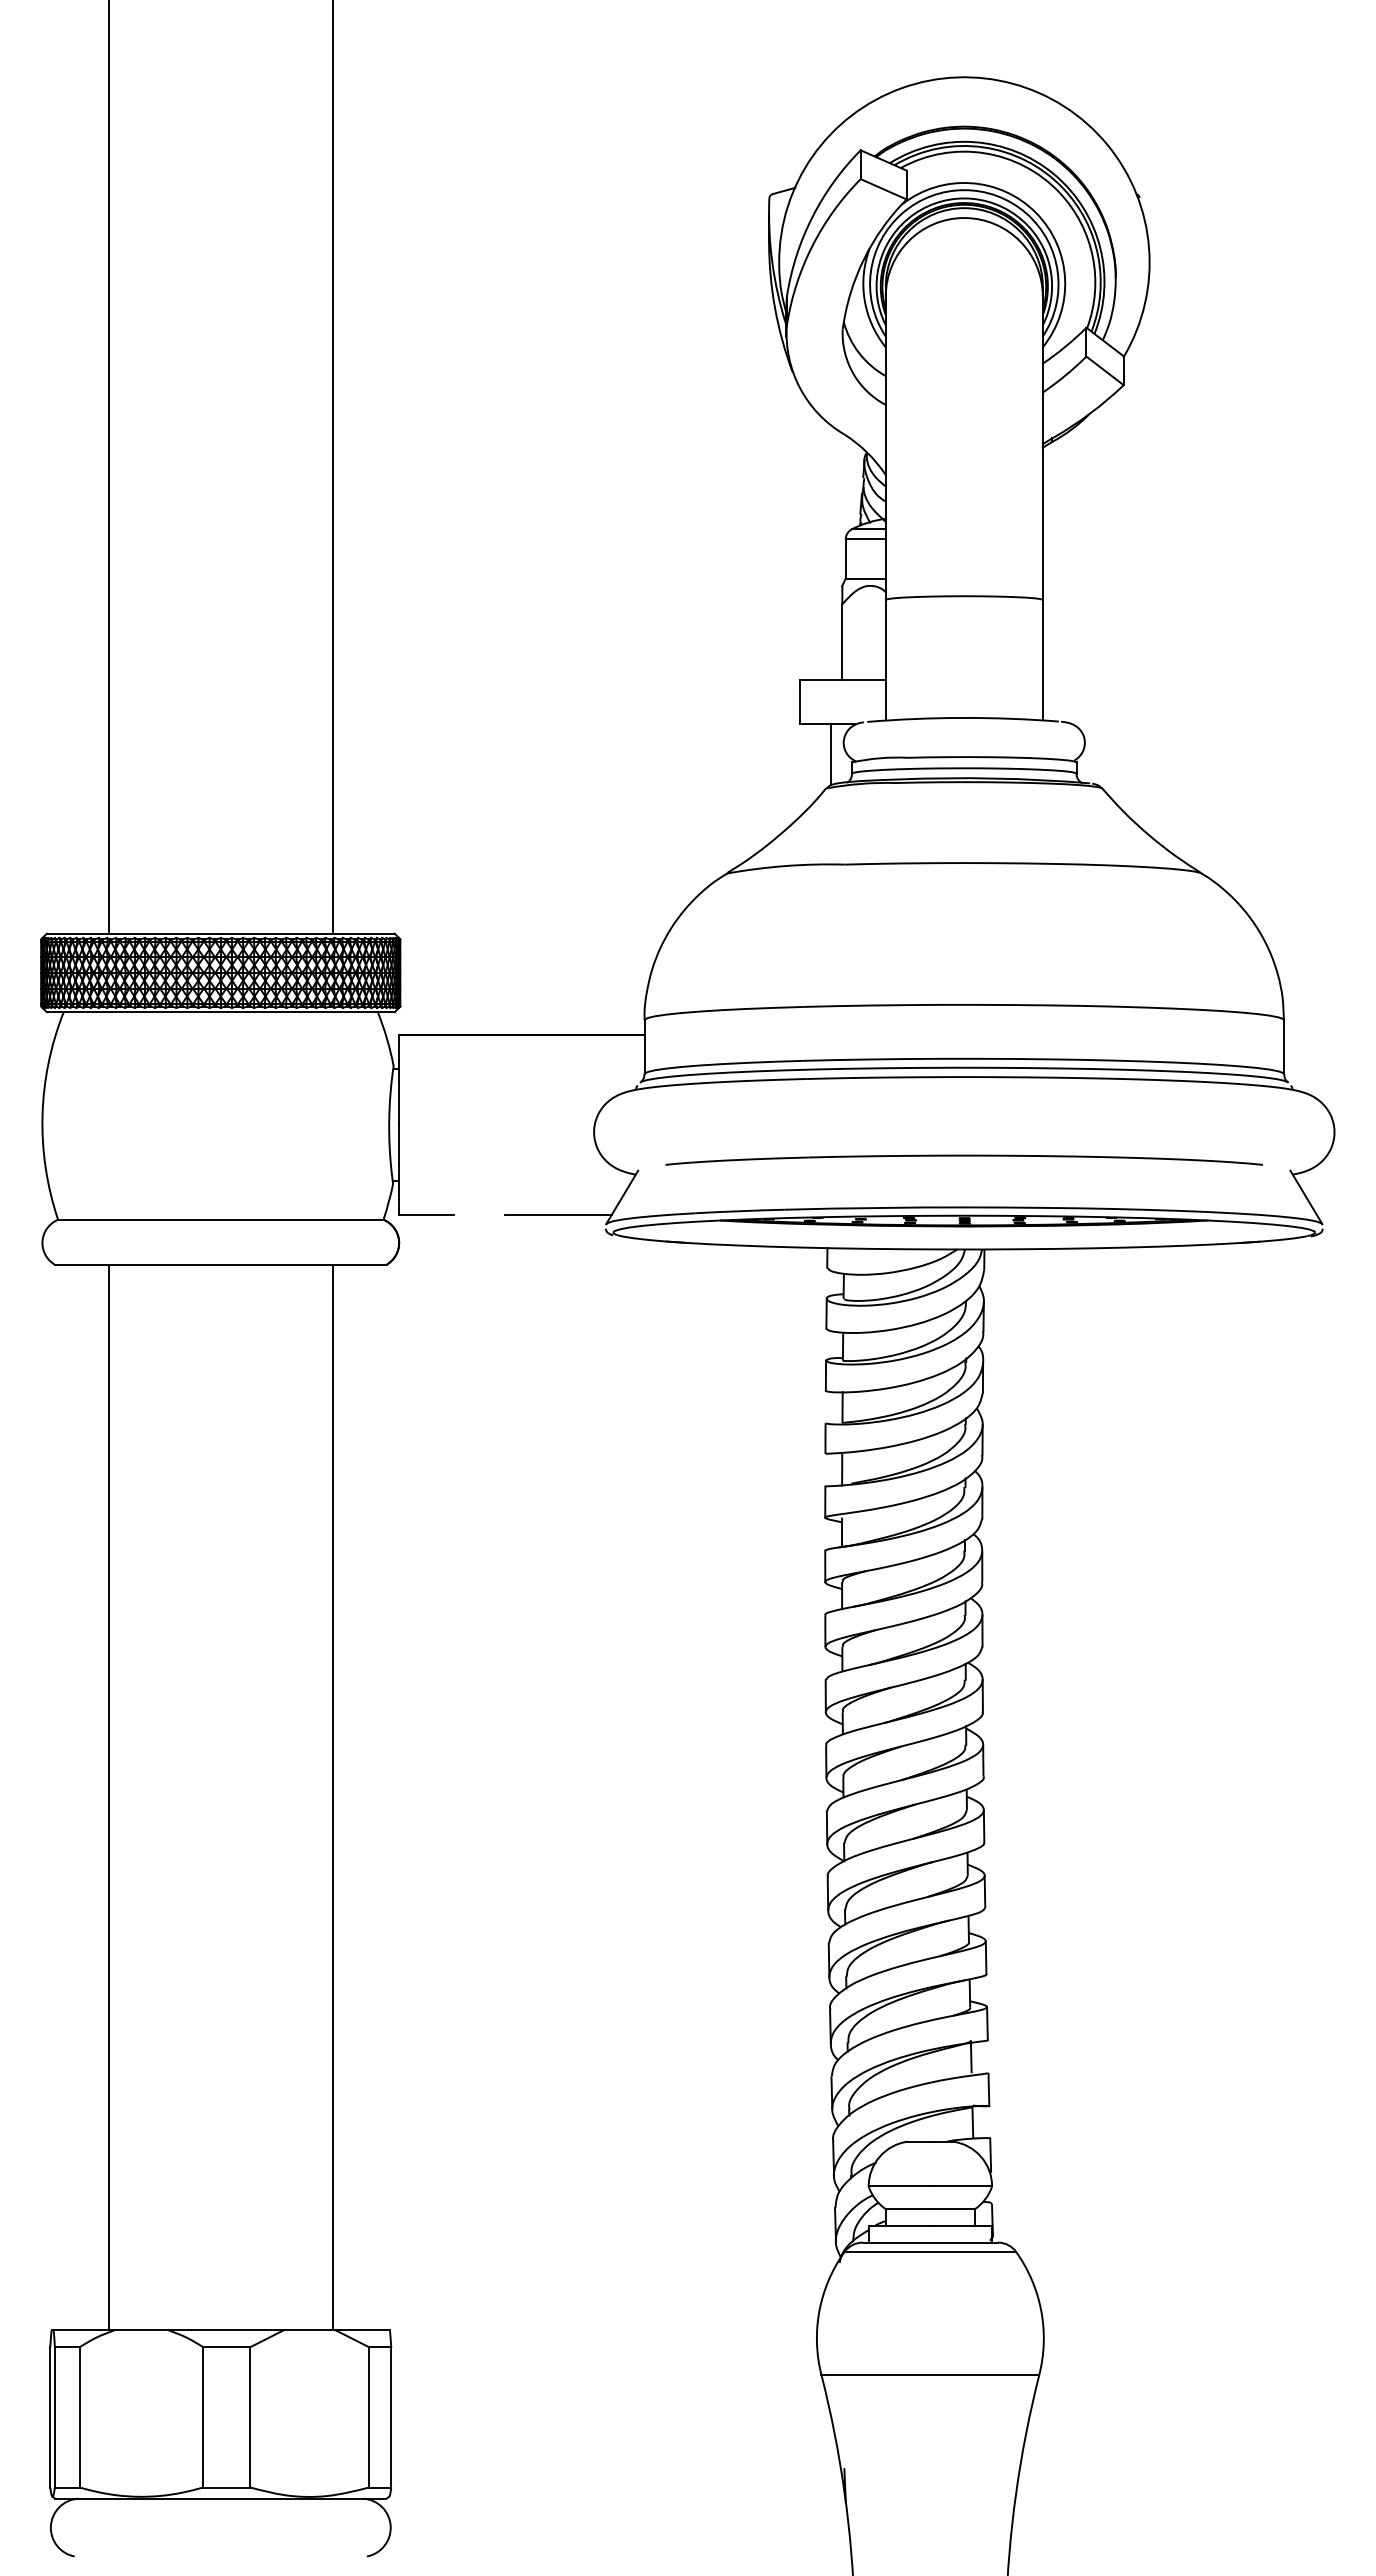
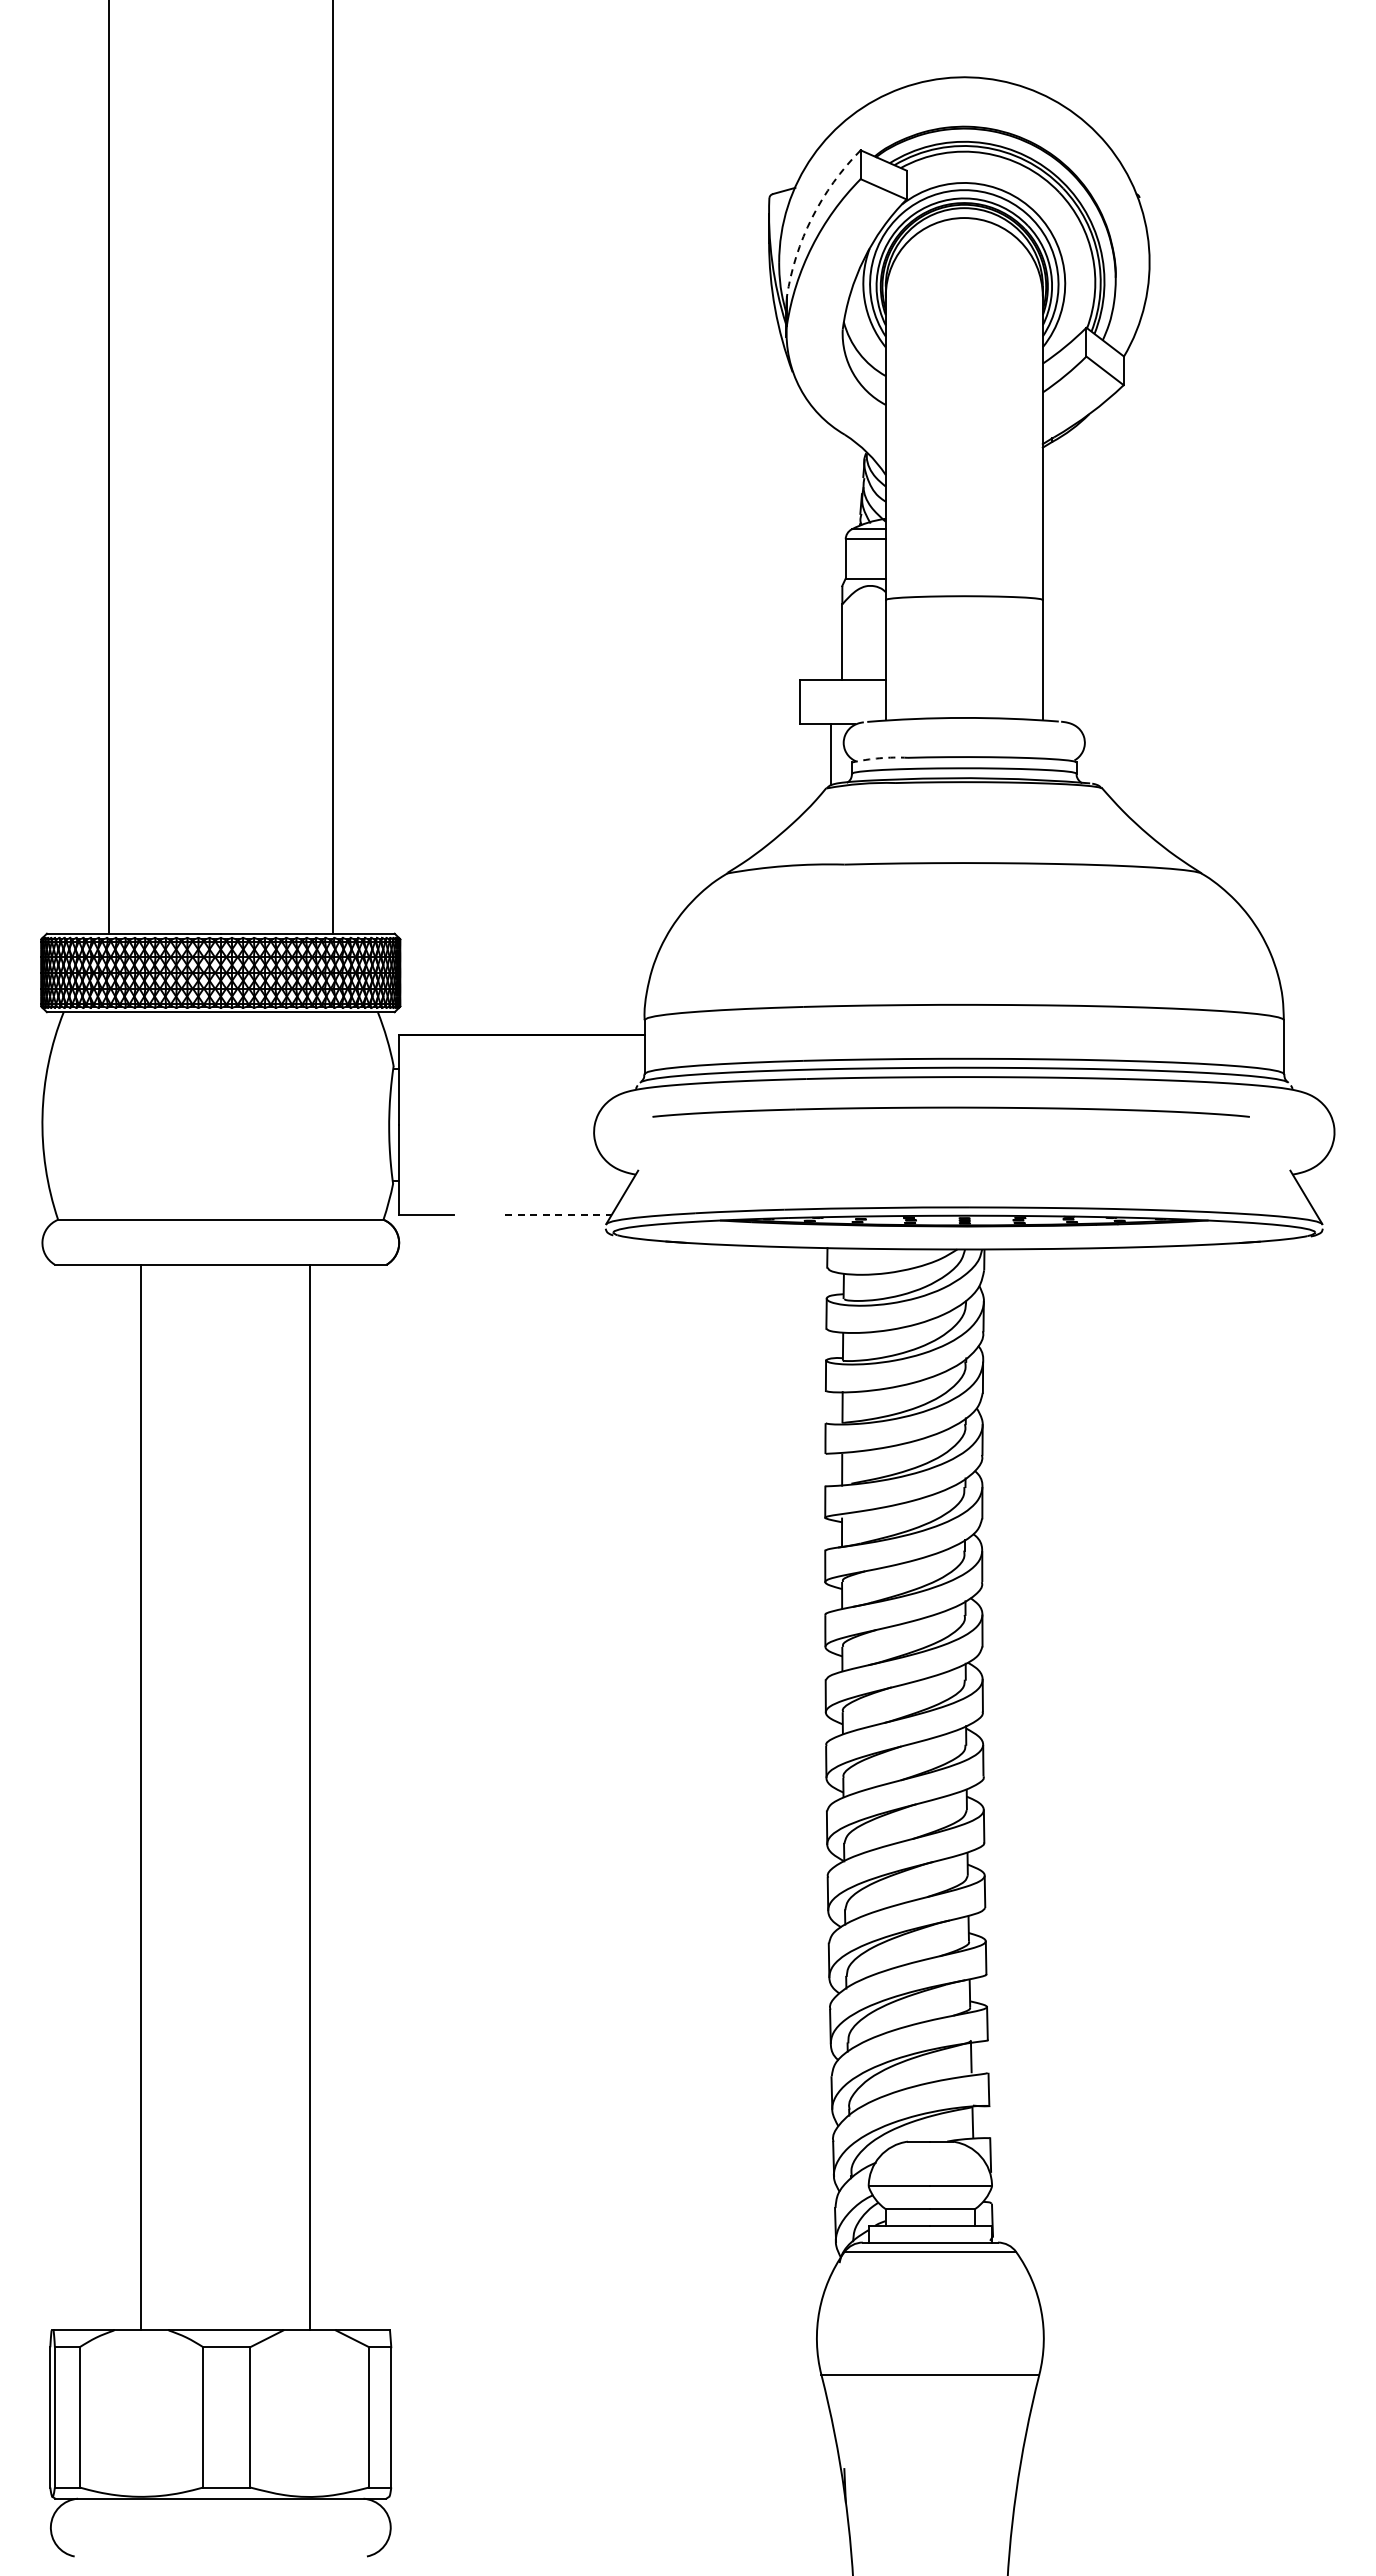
arc at (812, 217): solid -> dashed
arc at (879, 758): solid -> dashed
part at (963, 1159) position: (963, 1159) -> (950, 1111)
line at (558, 1214): solid -> dashed
line at (108, 1797) position: (108, 1797) -> (140, 1797)
line at (333, 1797) position: (333, 1797) -> (310, 1797)
